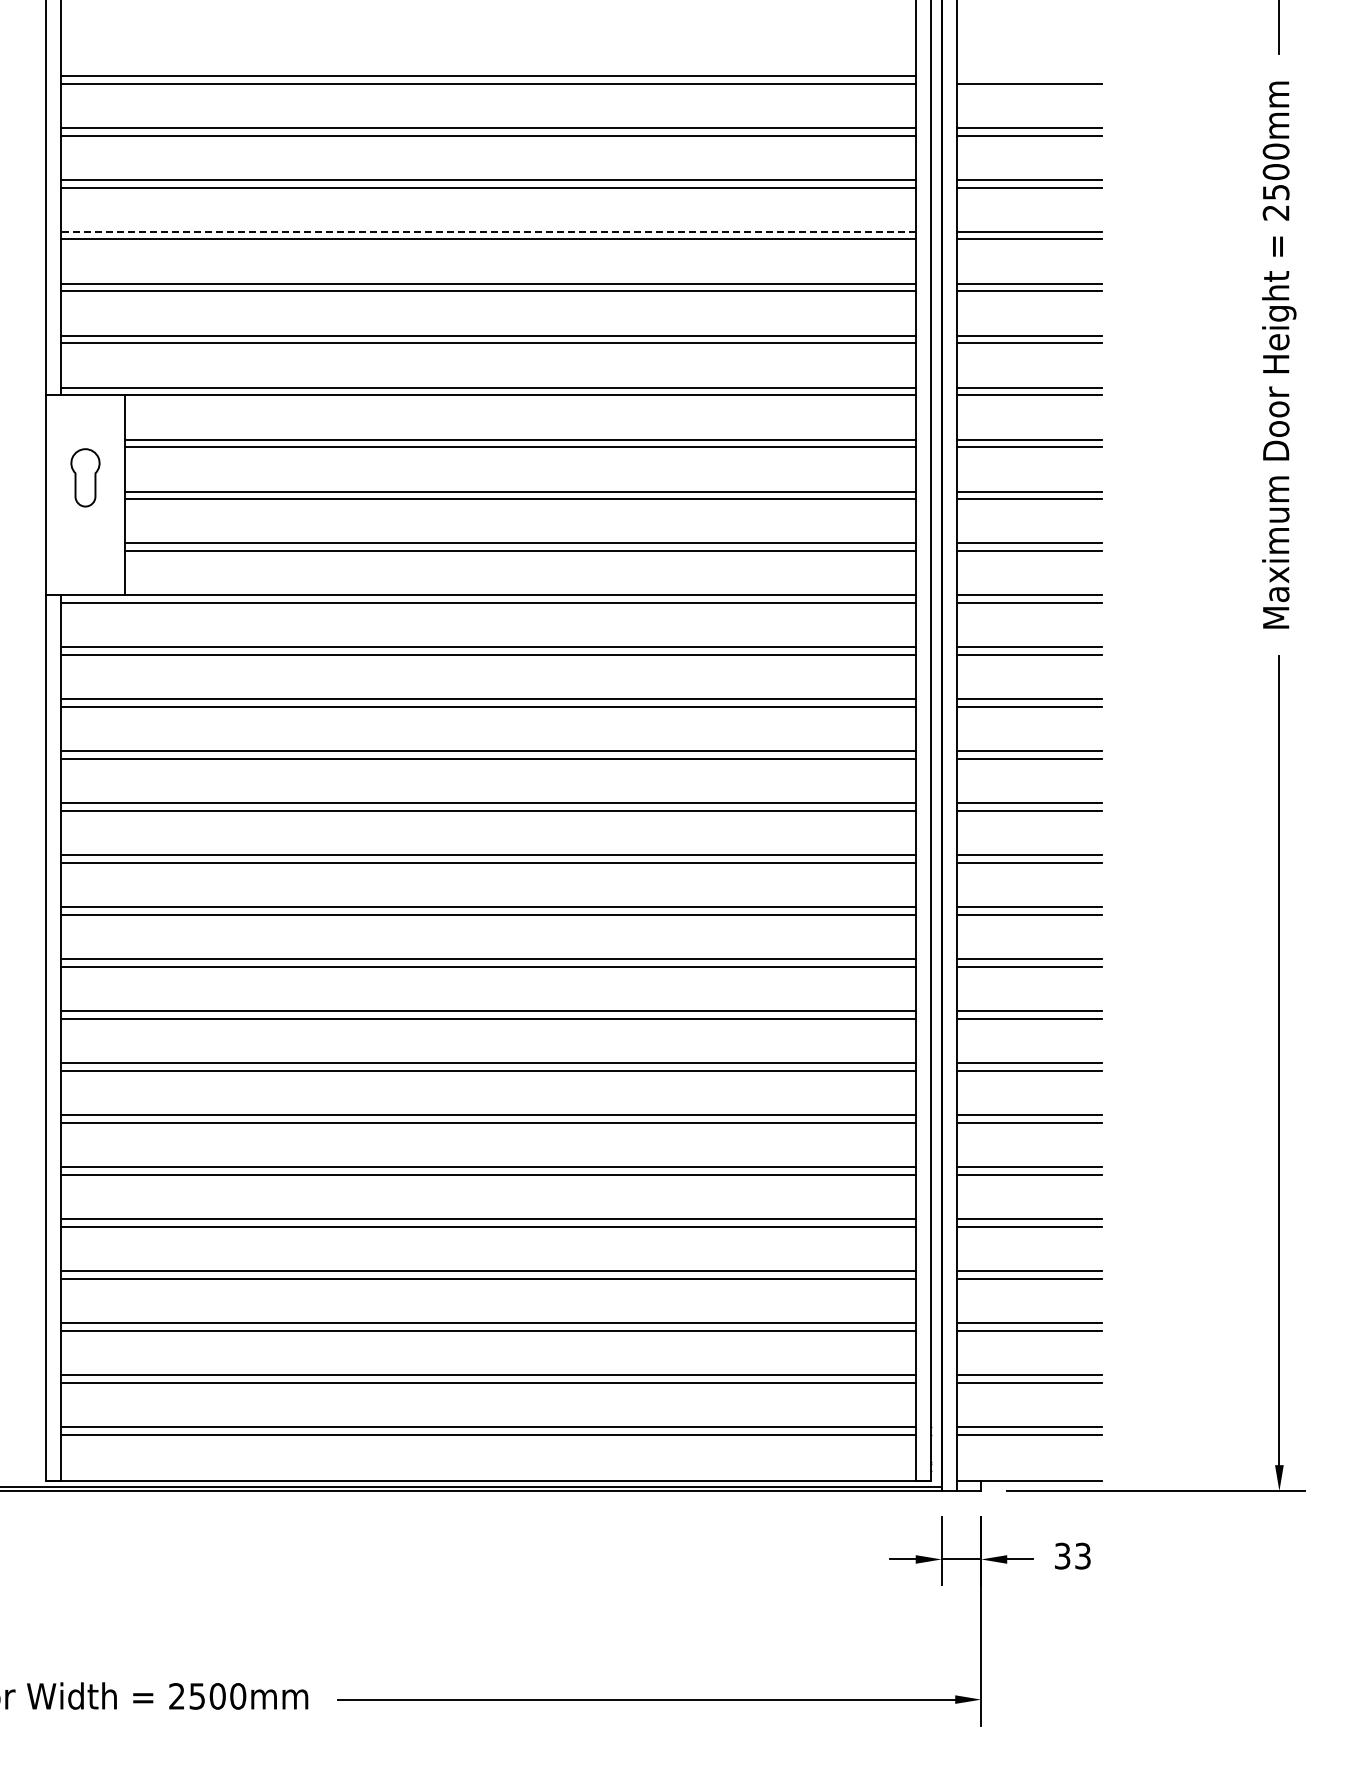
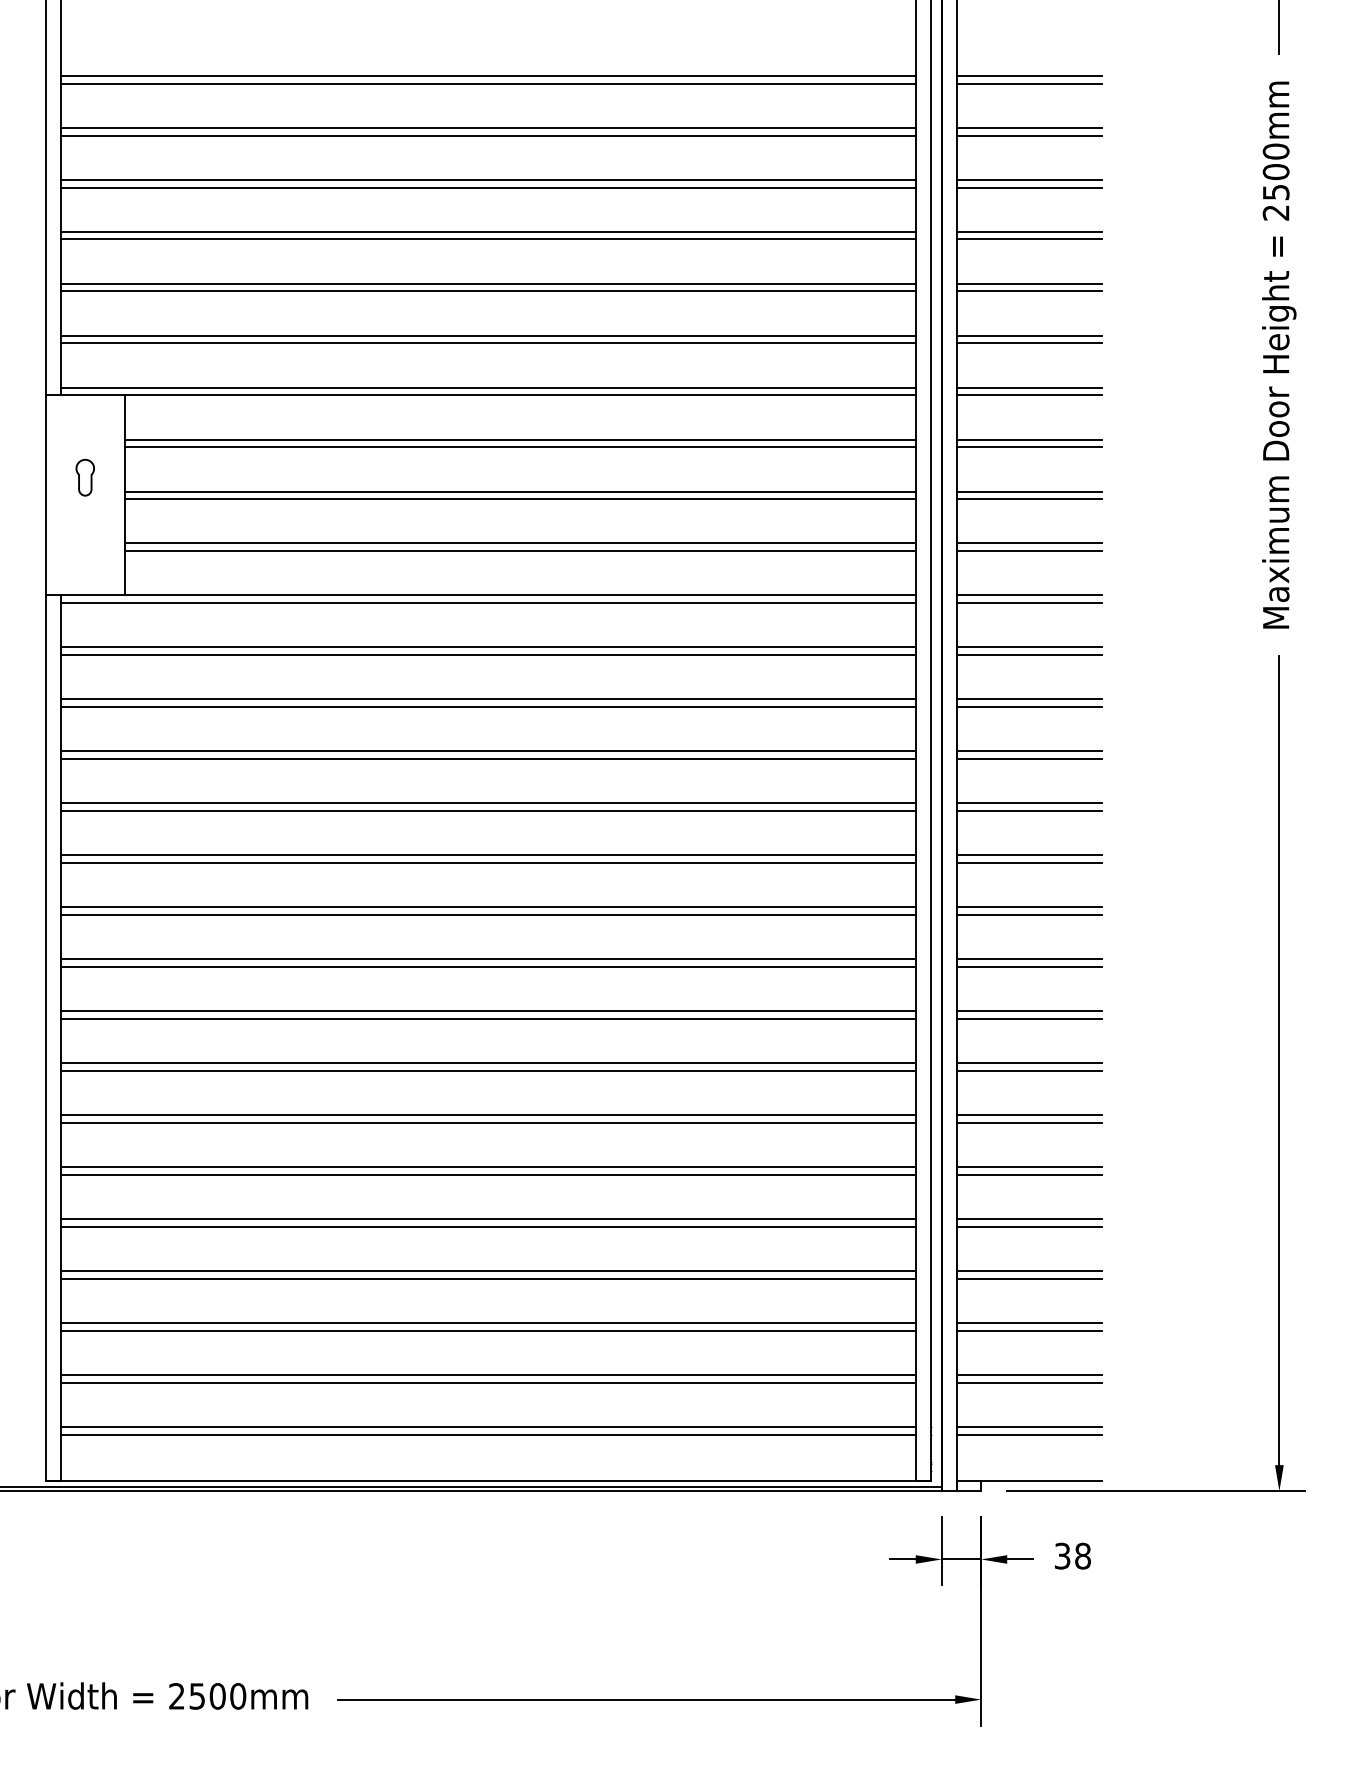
line at (1029, 75): none -> present
line at (488, 231): dashed -> solid
part at (85, 477) size: 31x60 px -> 20x39 px
text at (1082, 1555): 33 -> 38
